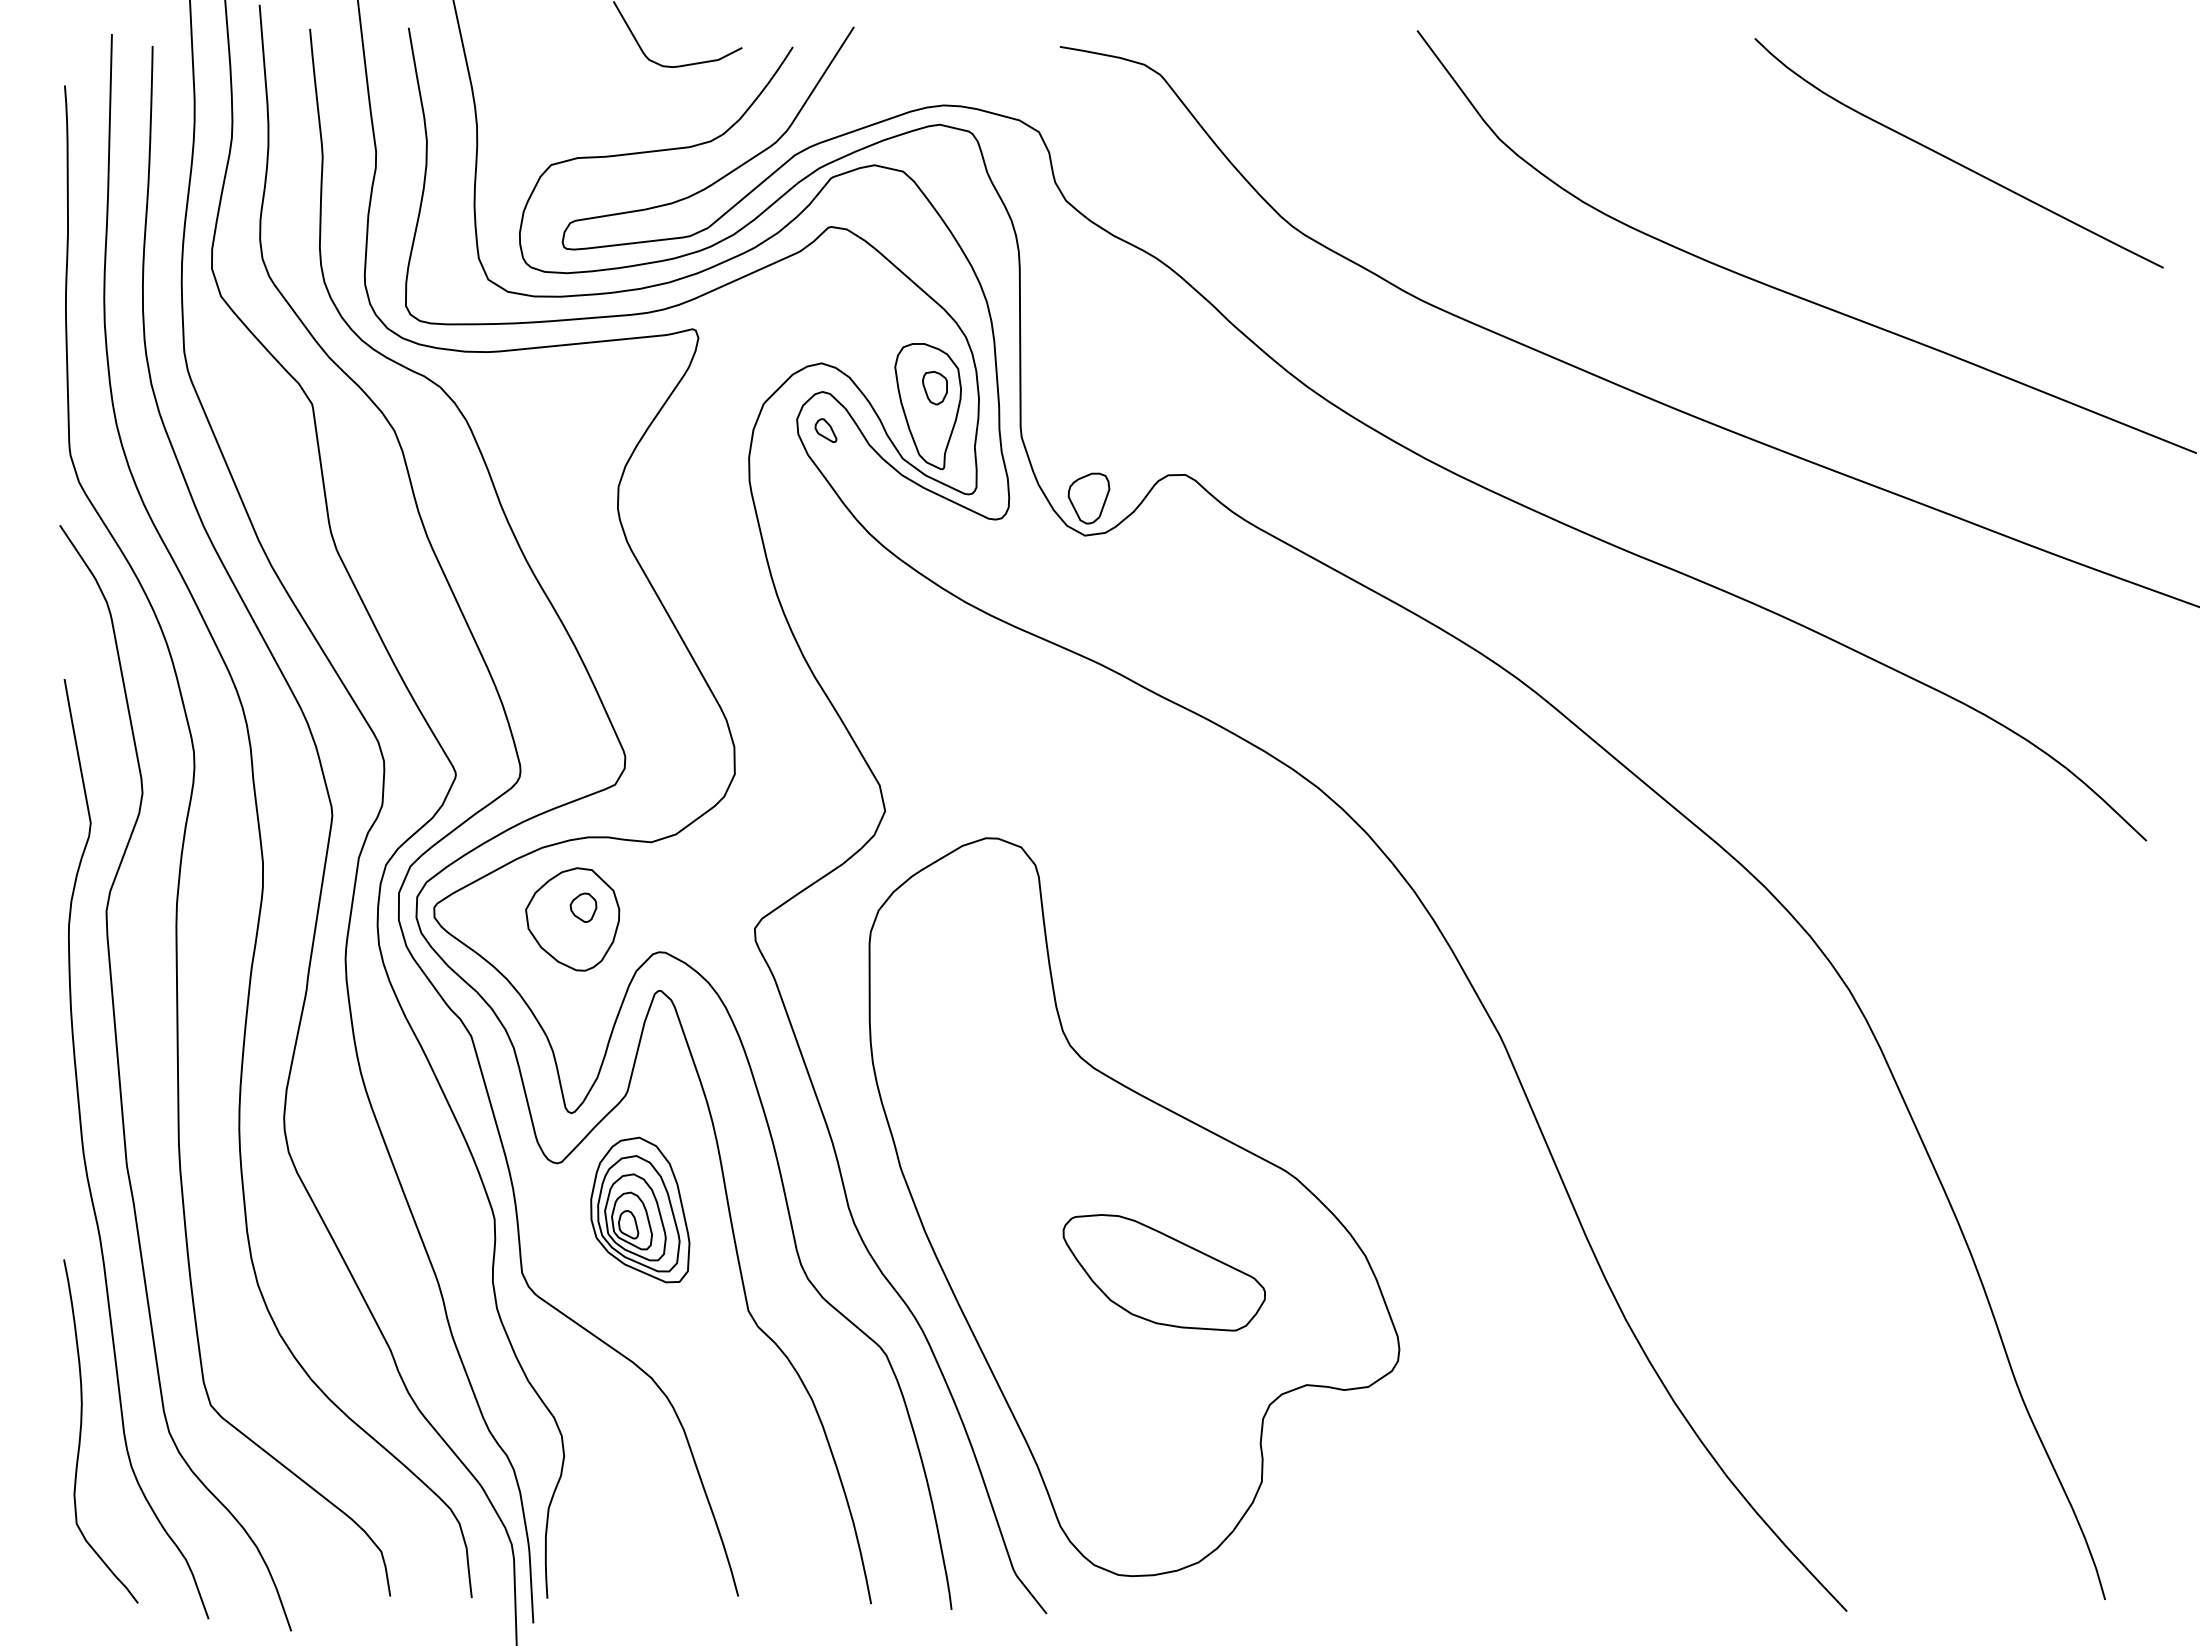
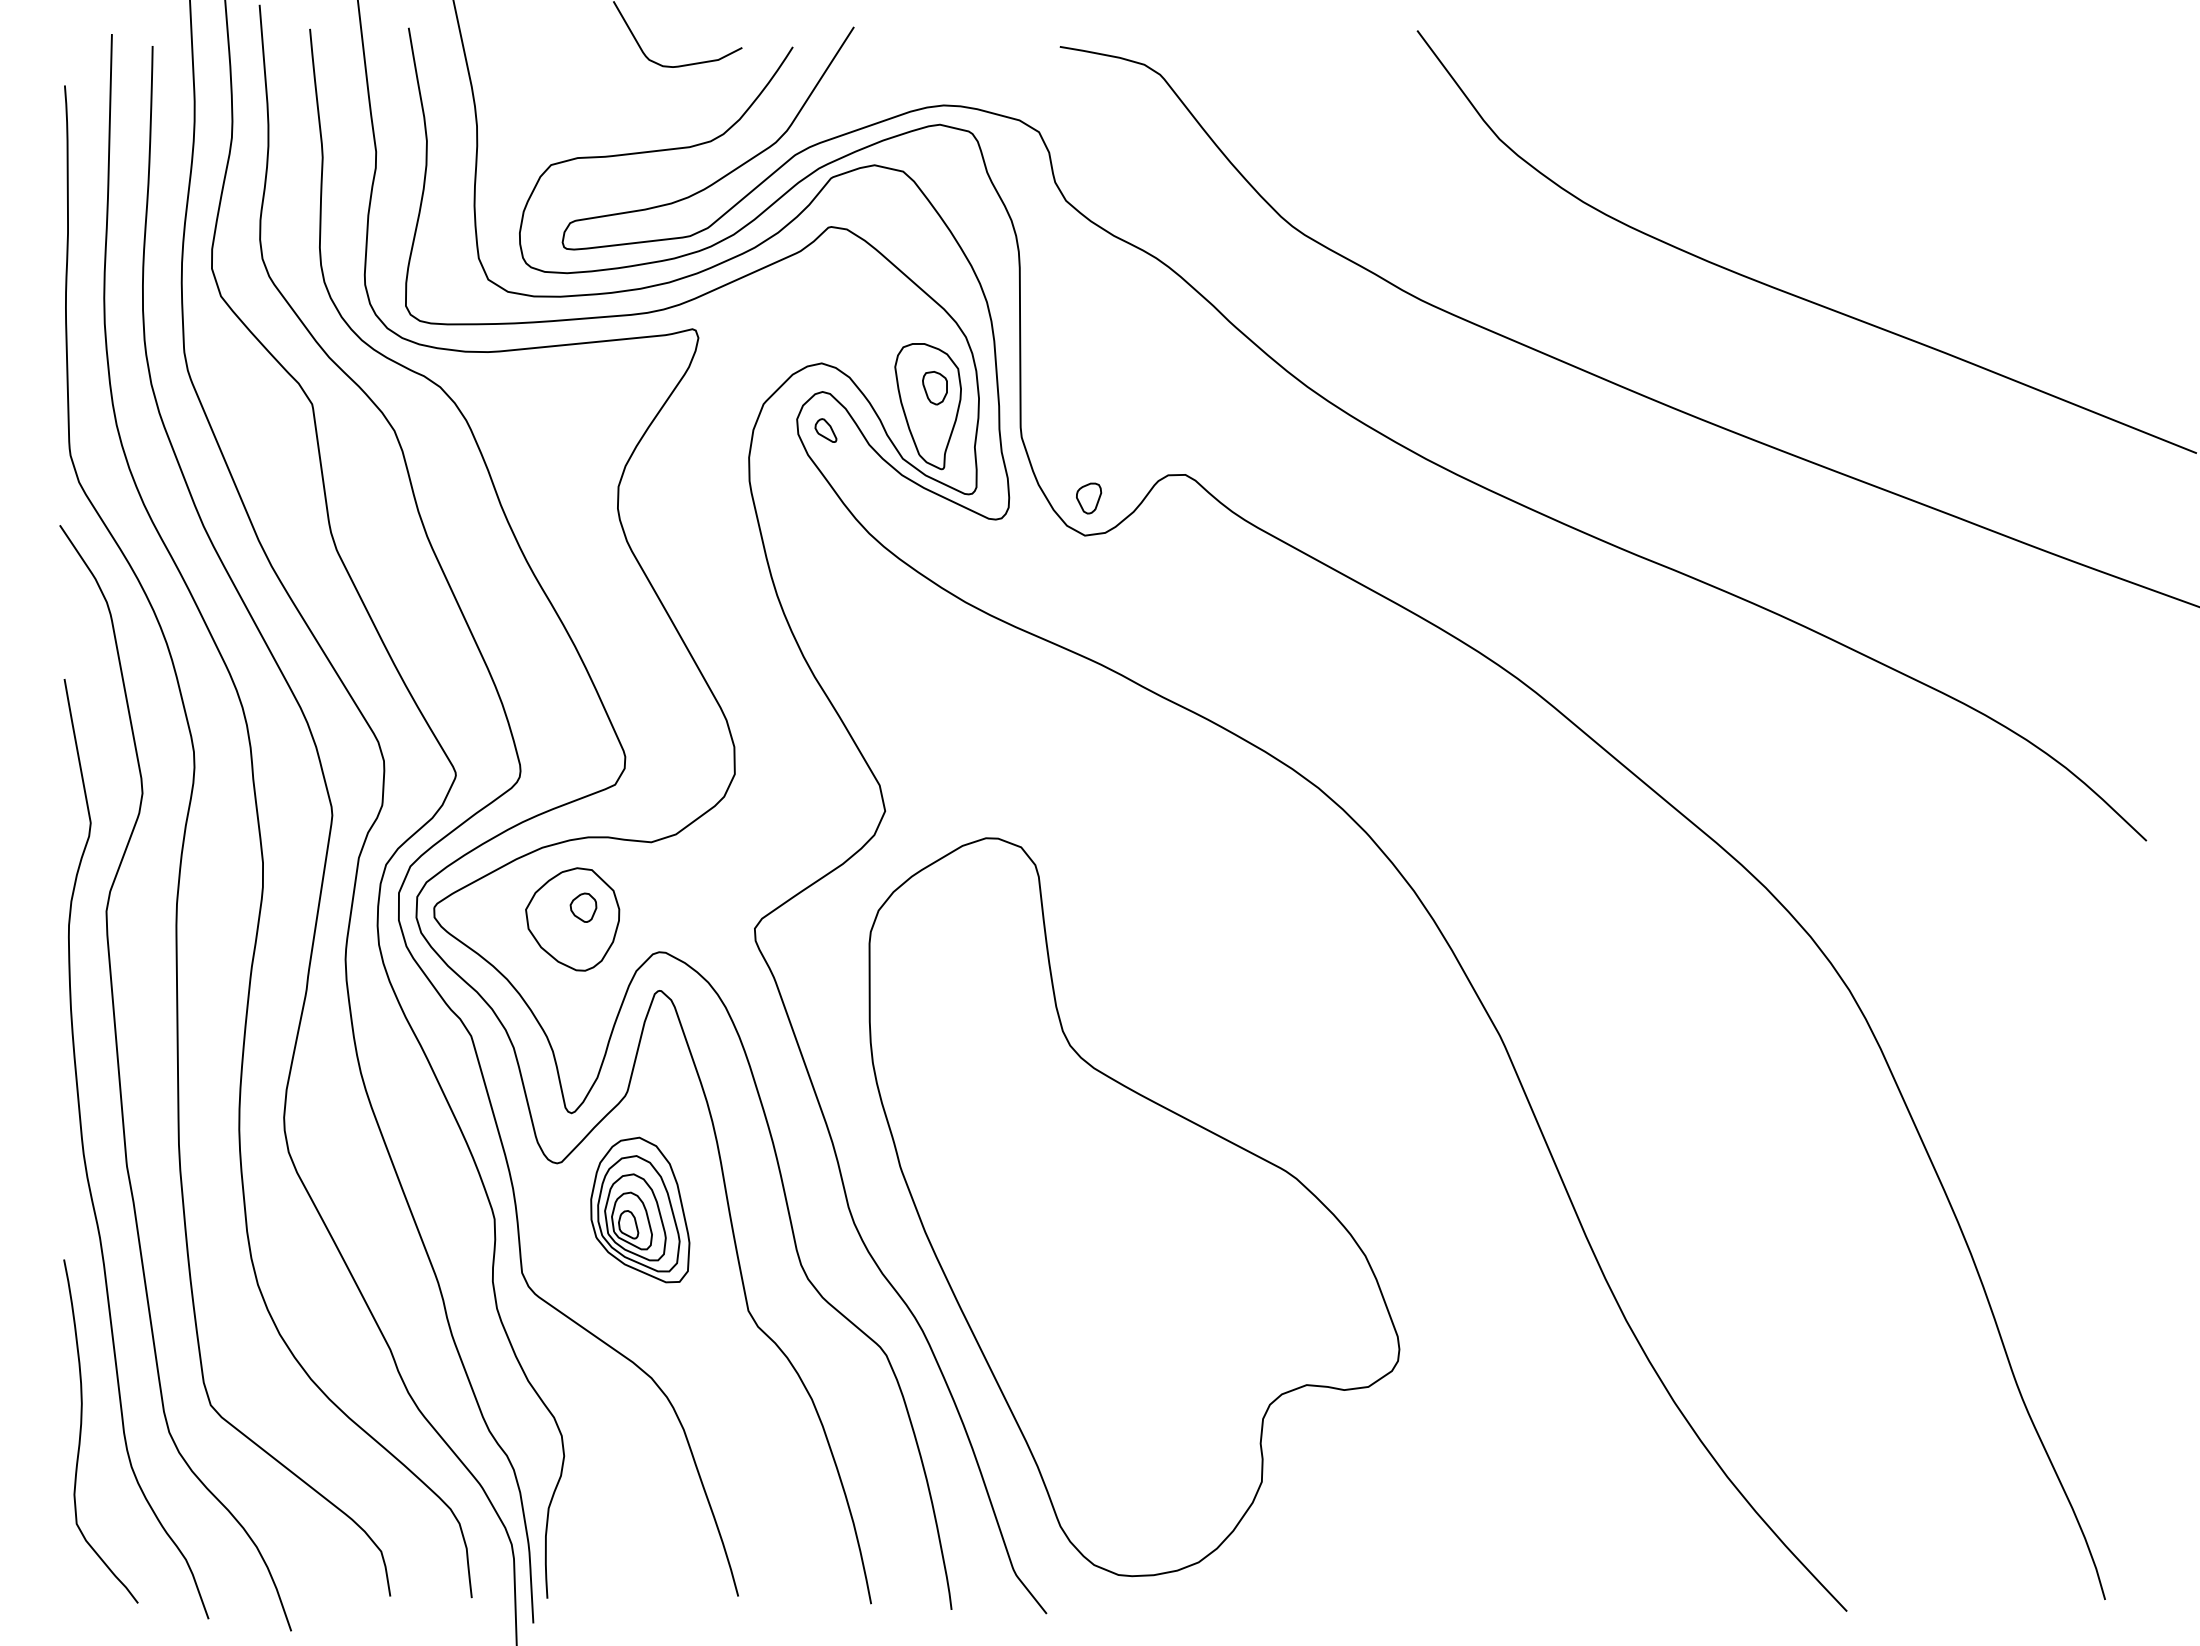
curve at (1954, 160): present -> none
part at (1088, 498) size: 44x53 px -> 27x33 px
part at (1163, 1272): present -> none
